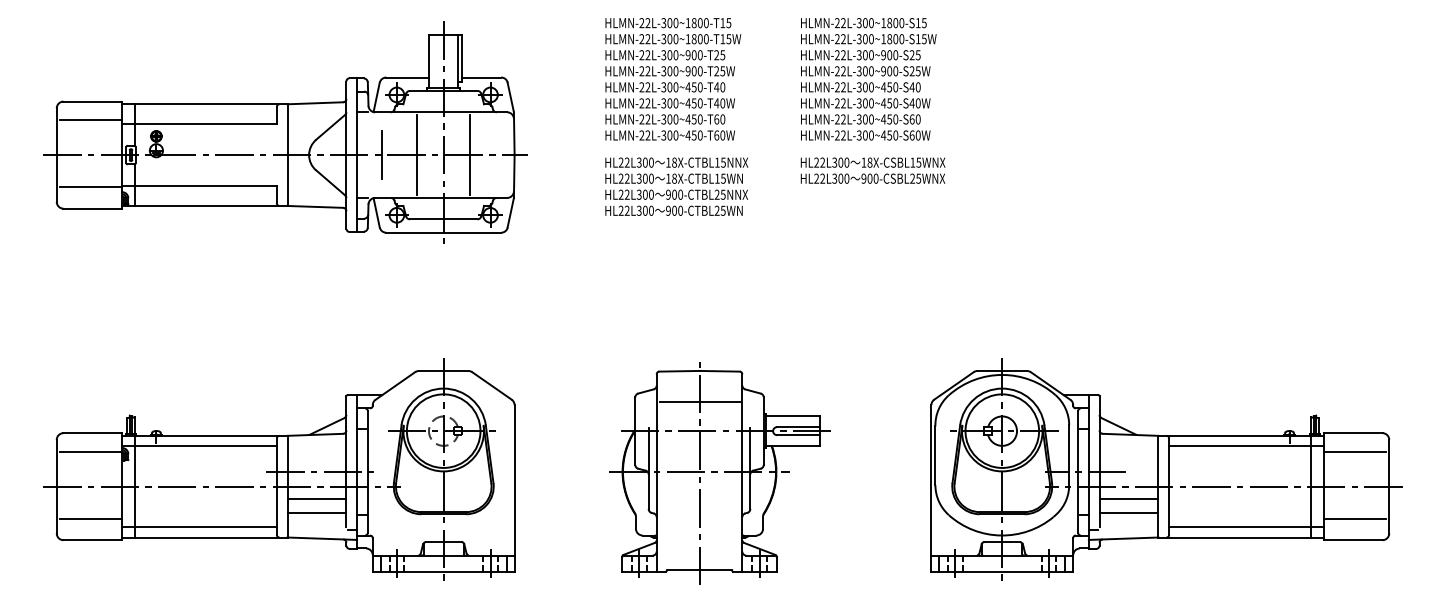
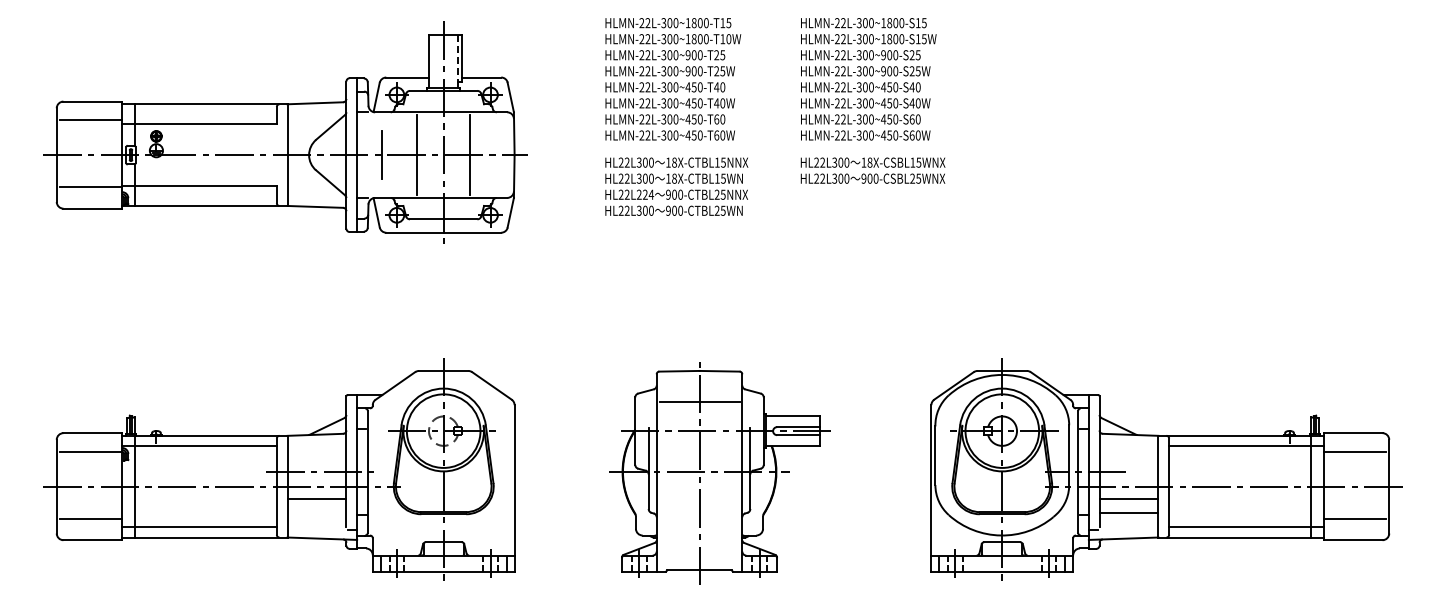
text at (728, 39): HLMN-22L-300~1800-T15W -> HLMN-22L-300~1800-T10W
line at (457, 58): solid -> dashed
text at (645, 194): HL22L300 -> HL22L224
line at (316, 512): present -> none
